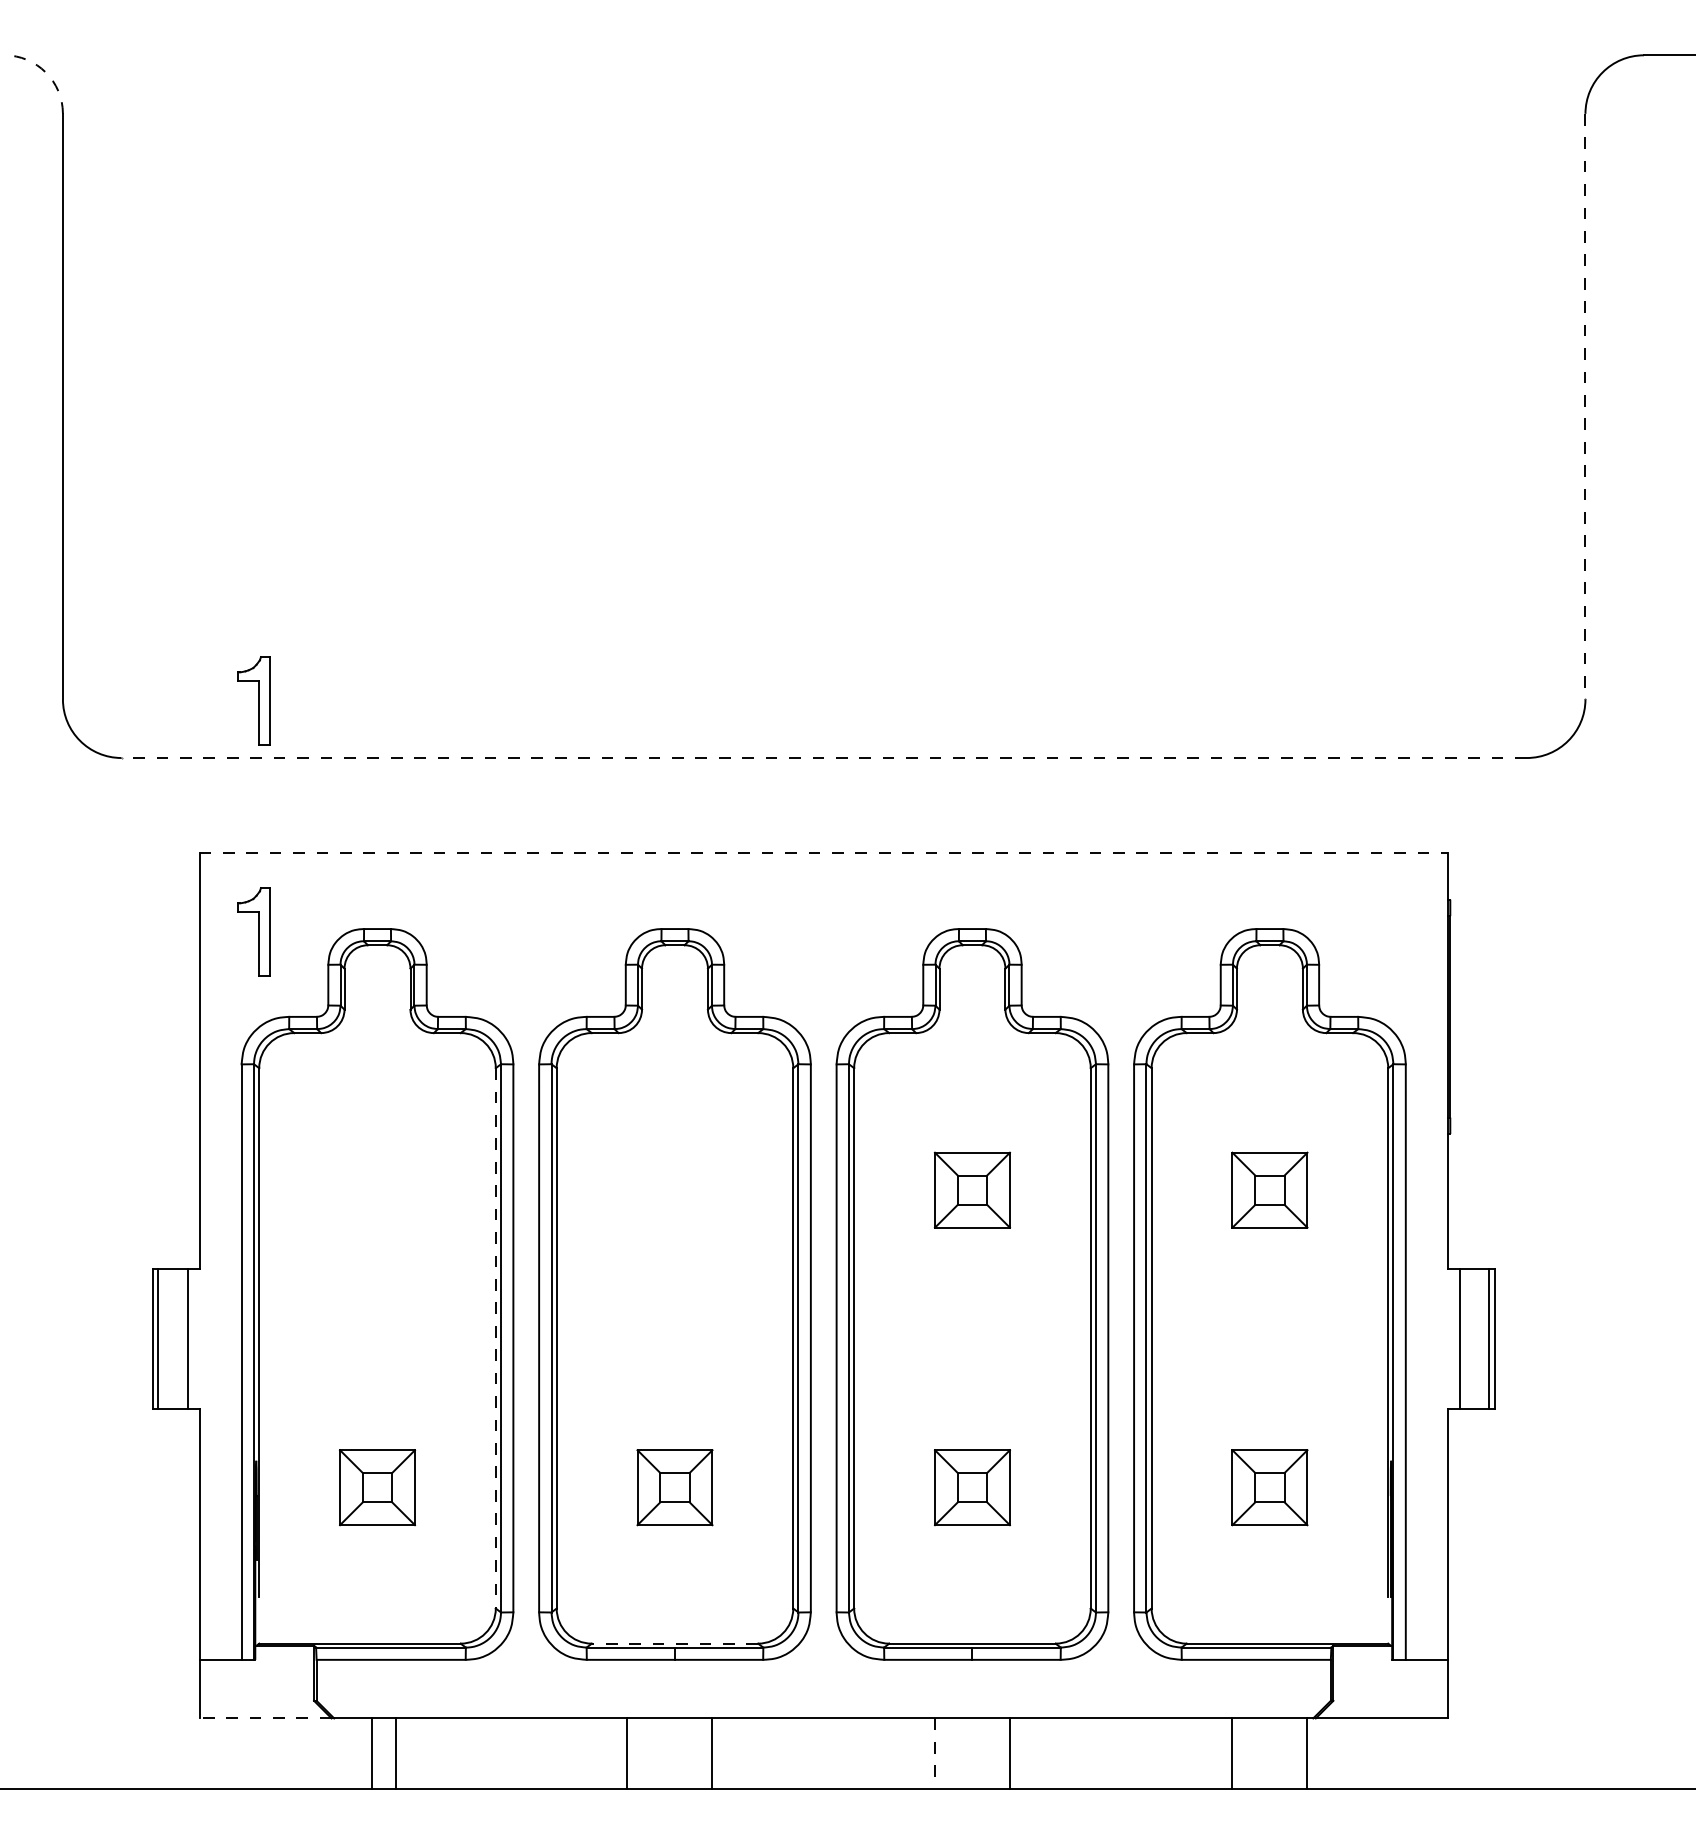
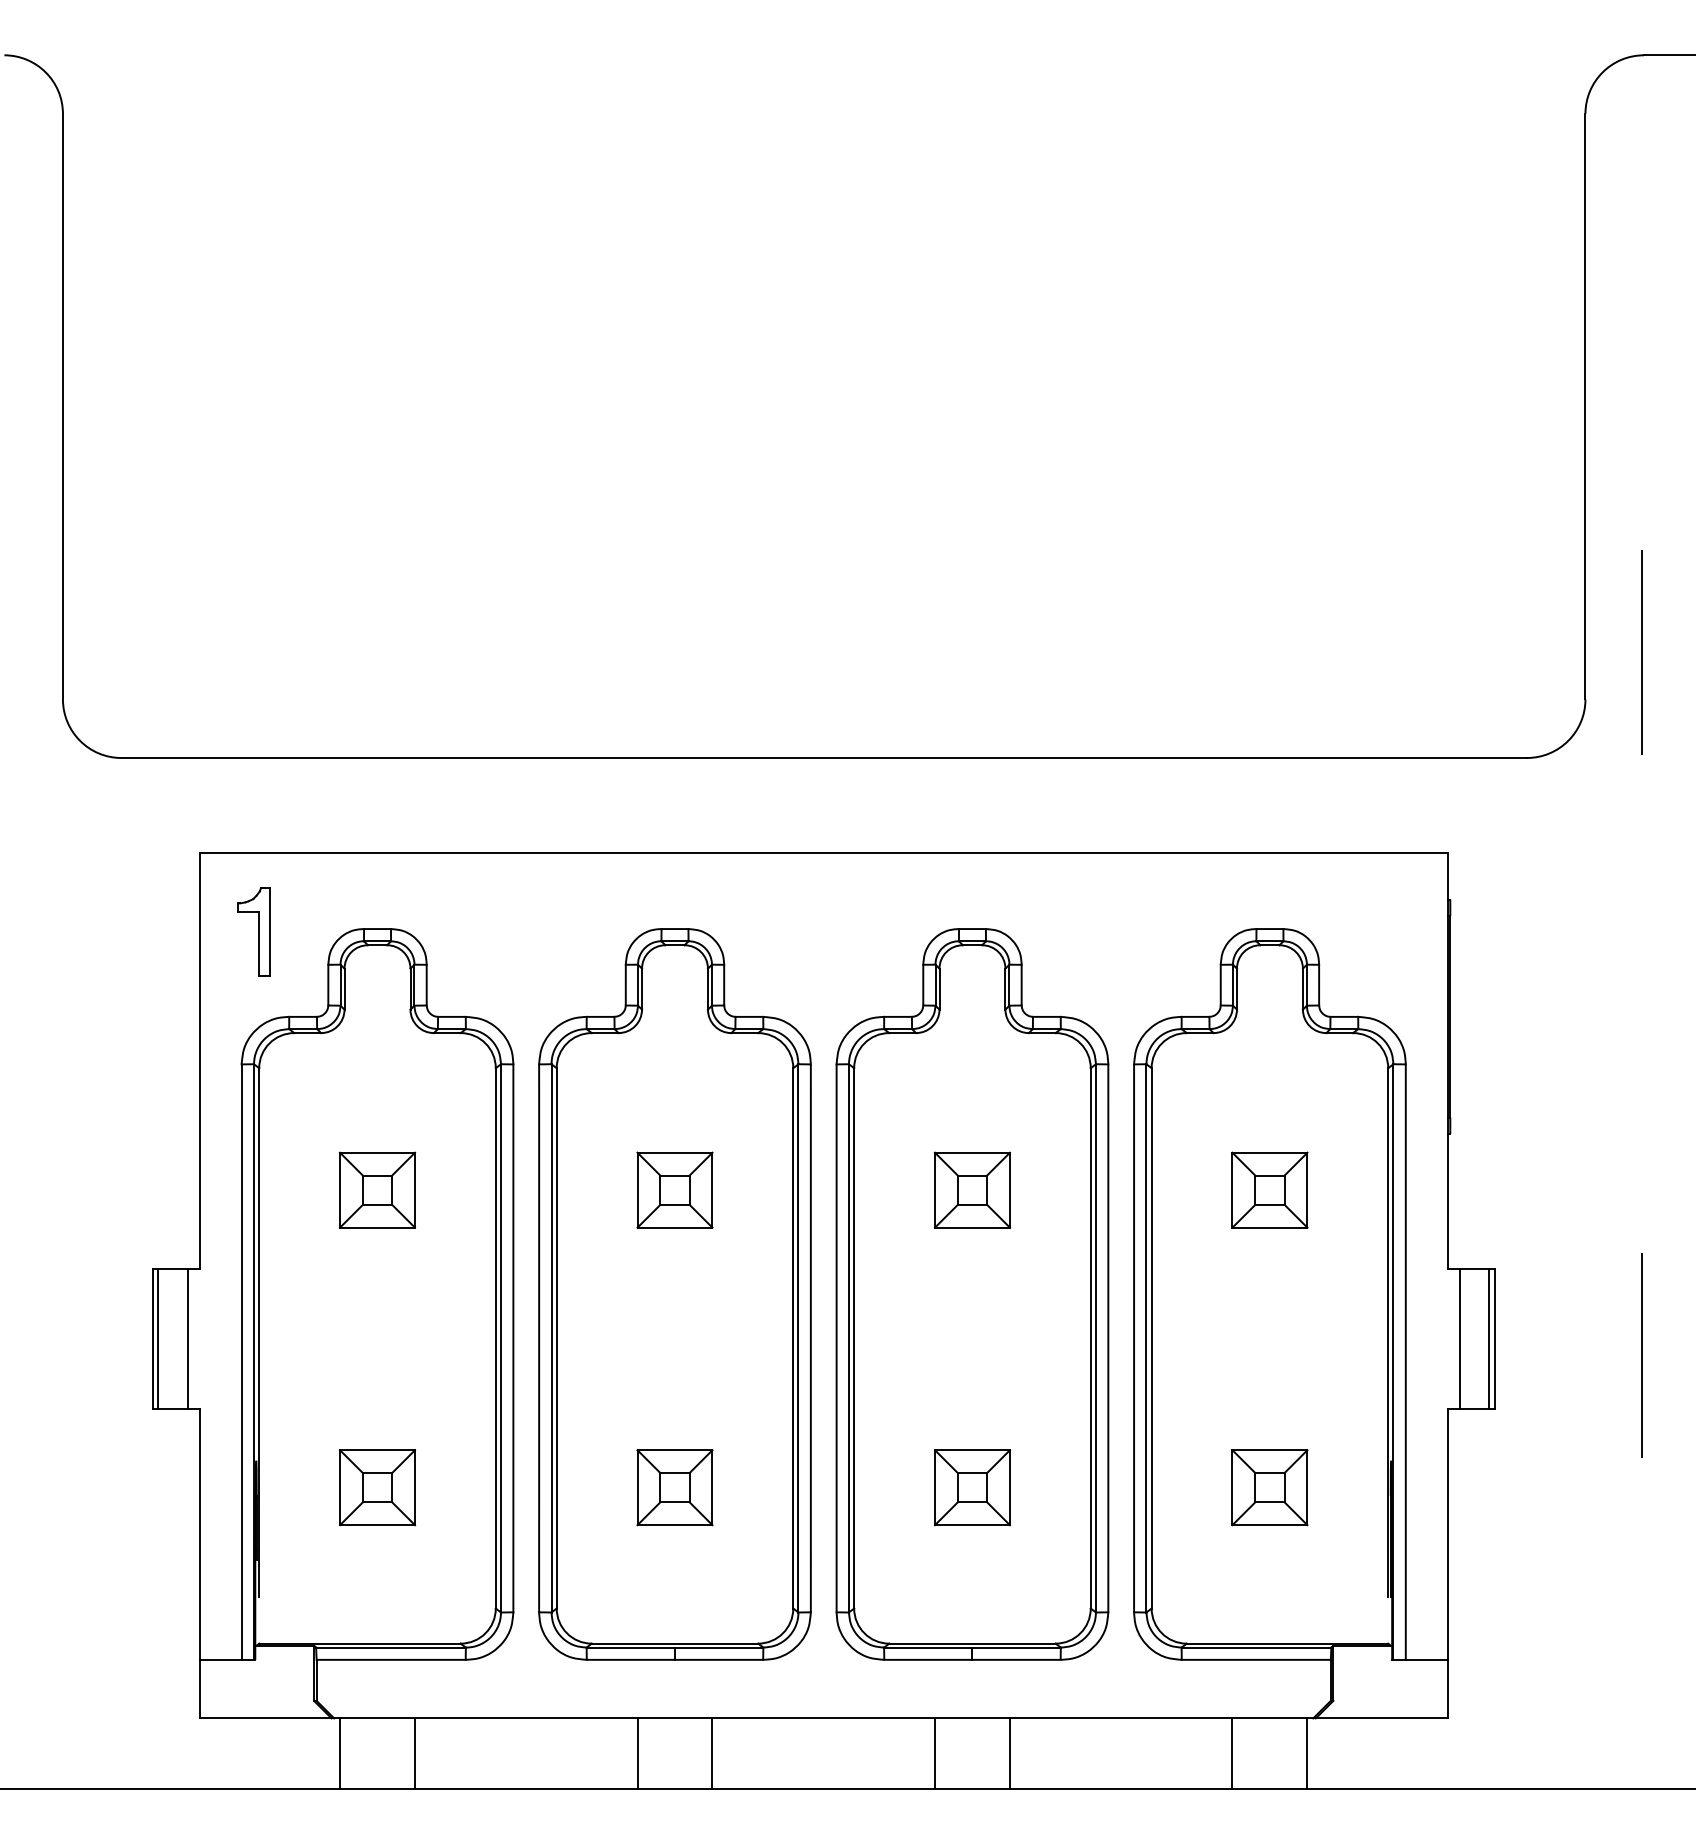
arc at (45, 72): dashed -> solid
line at (1585, 406): dashed -> solid
line at (1642, 652): none -> present
part at (253, 700): present -> none
line at (824, 758): dashed -> solid
line at (824, 852): dashed -> solid
part at (377, 1189): none -> present
part at (674, 1189): none -> present
line at (495, 1338): dashed -> solid
line at (1642, 1355): none -> present
line at (674, 1643): dashed -> solid
line at (265, 1718): dashed -> solid
line at (372, 1753) position: (372, 1753) -> (340, 1753)
line at (396, 1753) position: (396, 1753) -> (415, 1753)
line at (626, 1753) position: (626, 1753) -> (637, 1753)
line at (935, 1754): dashed -> solid
